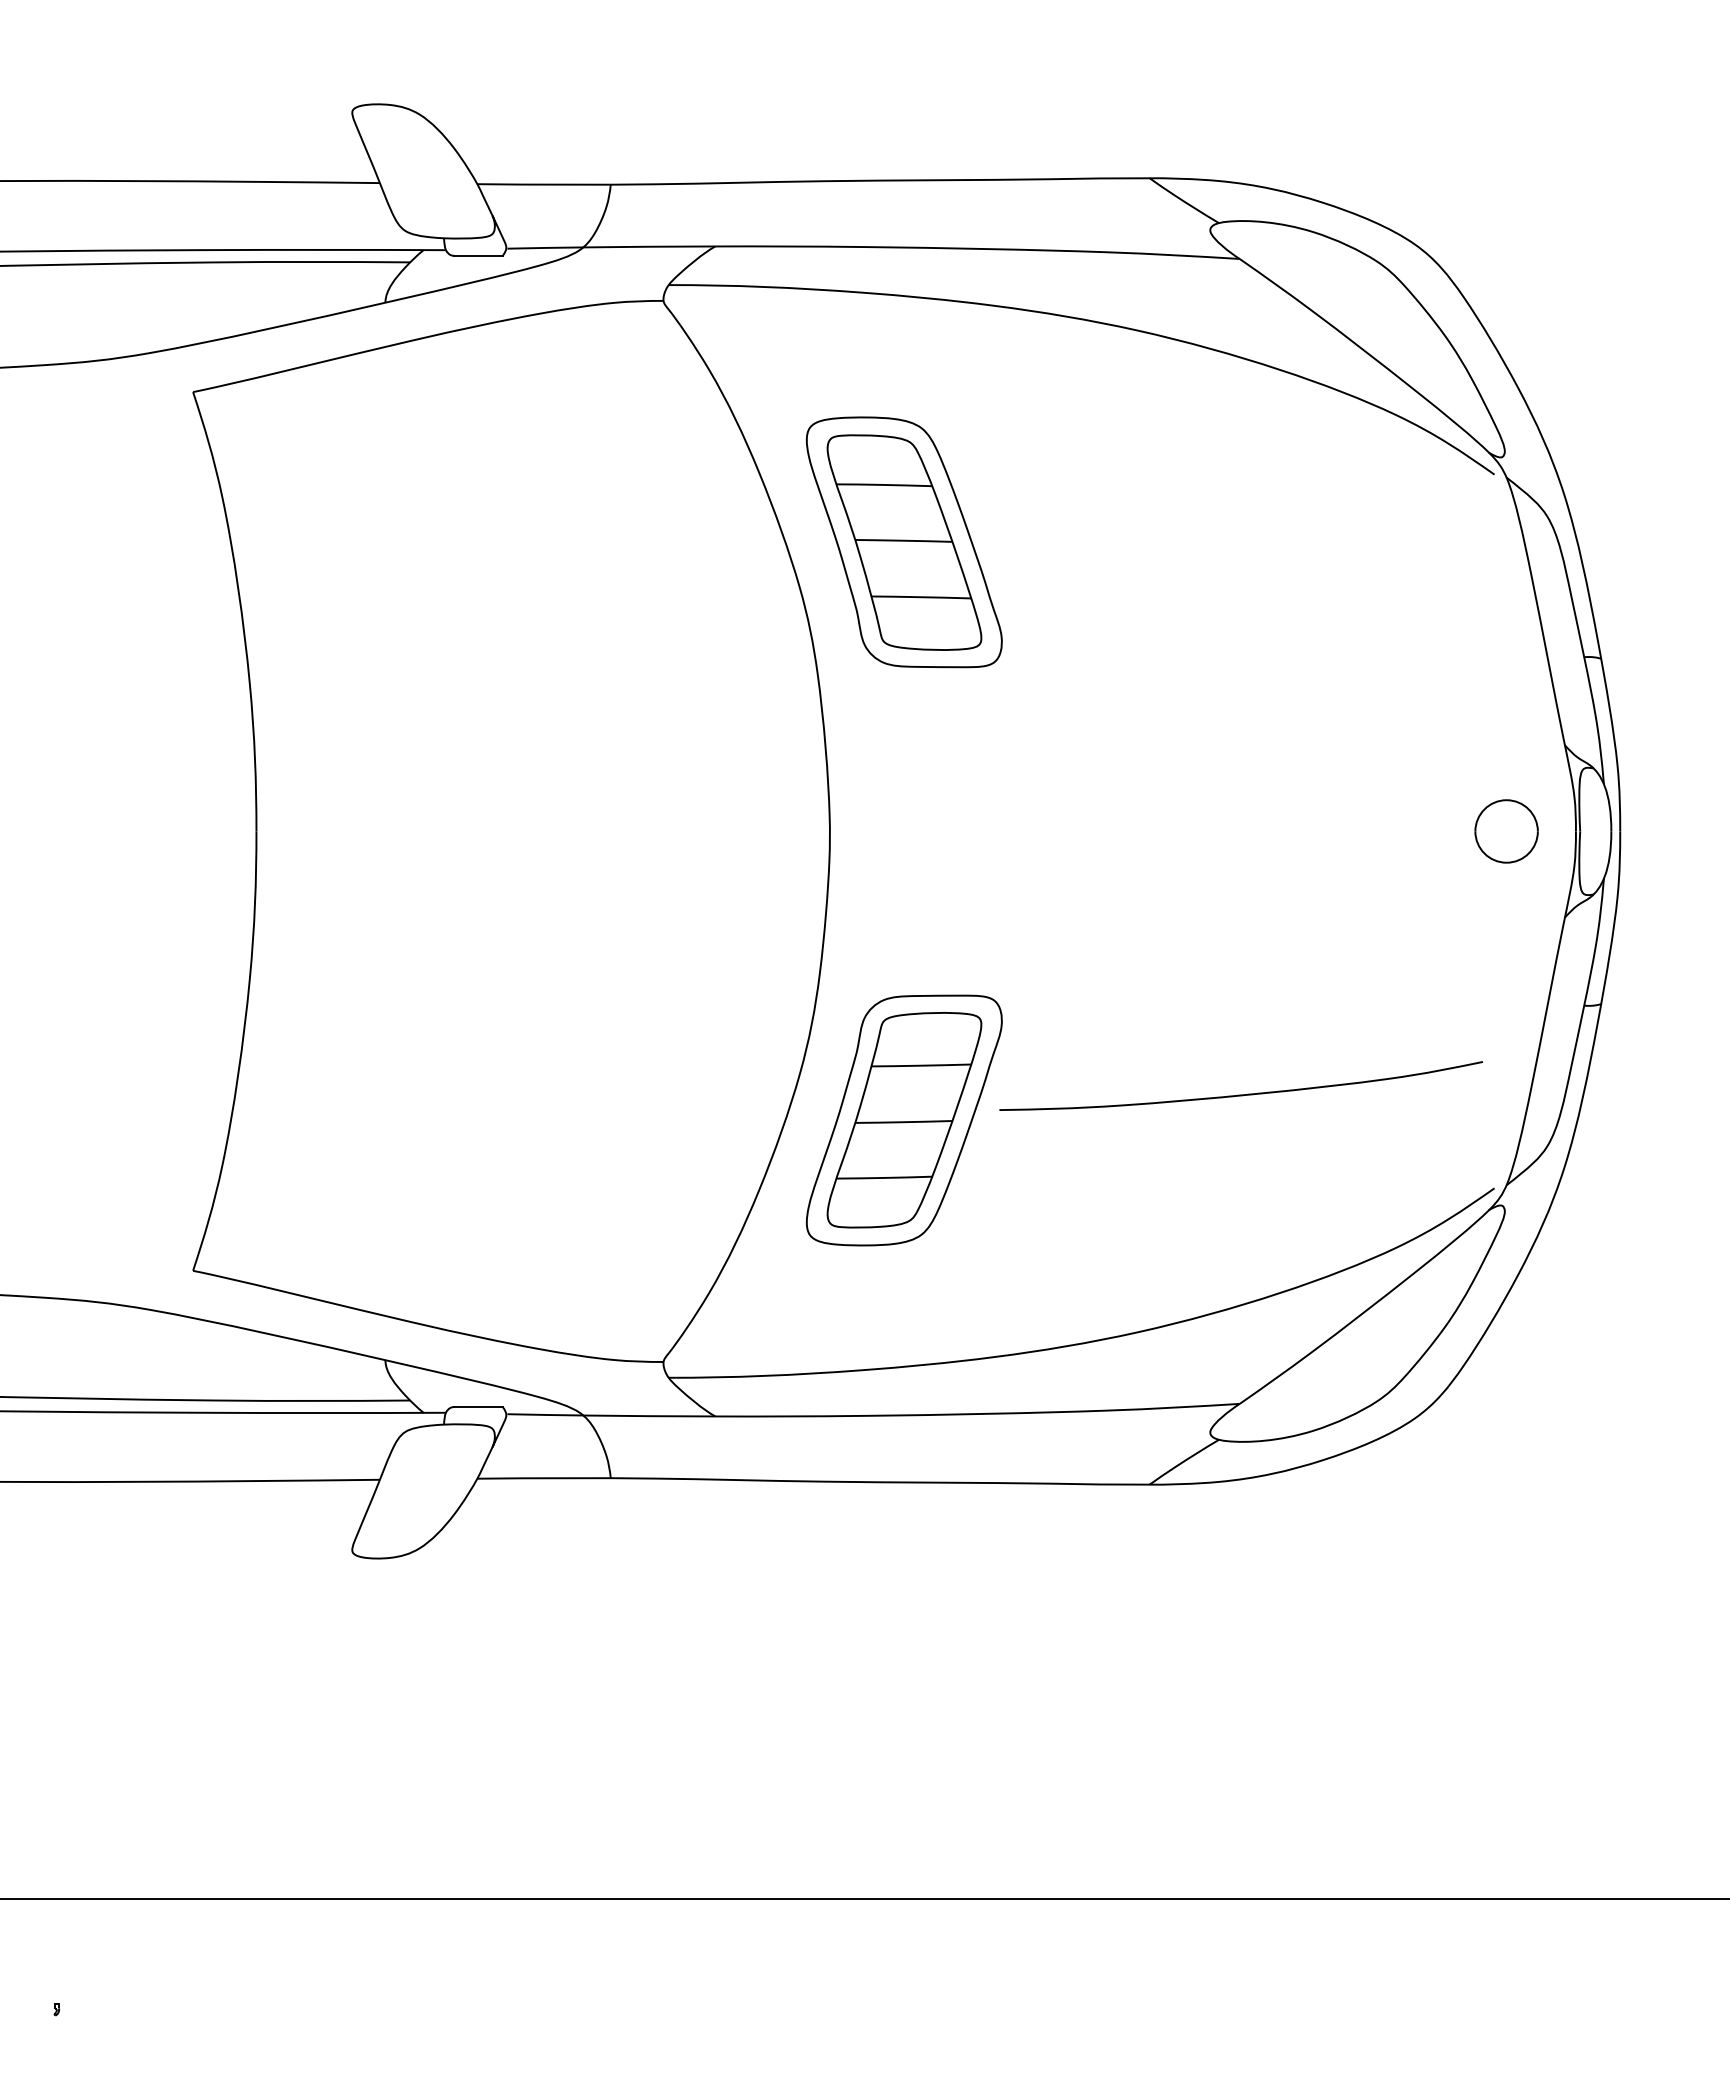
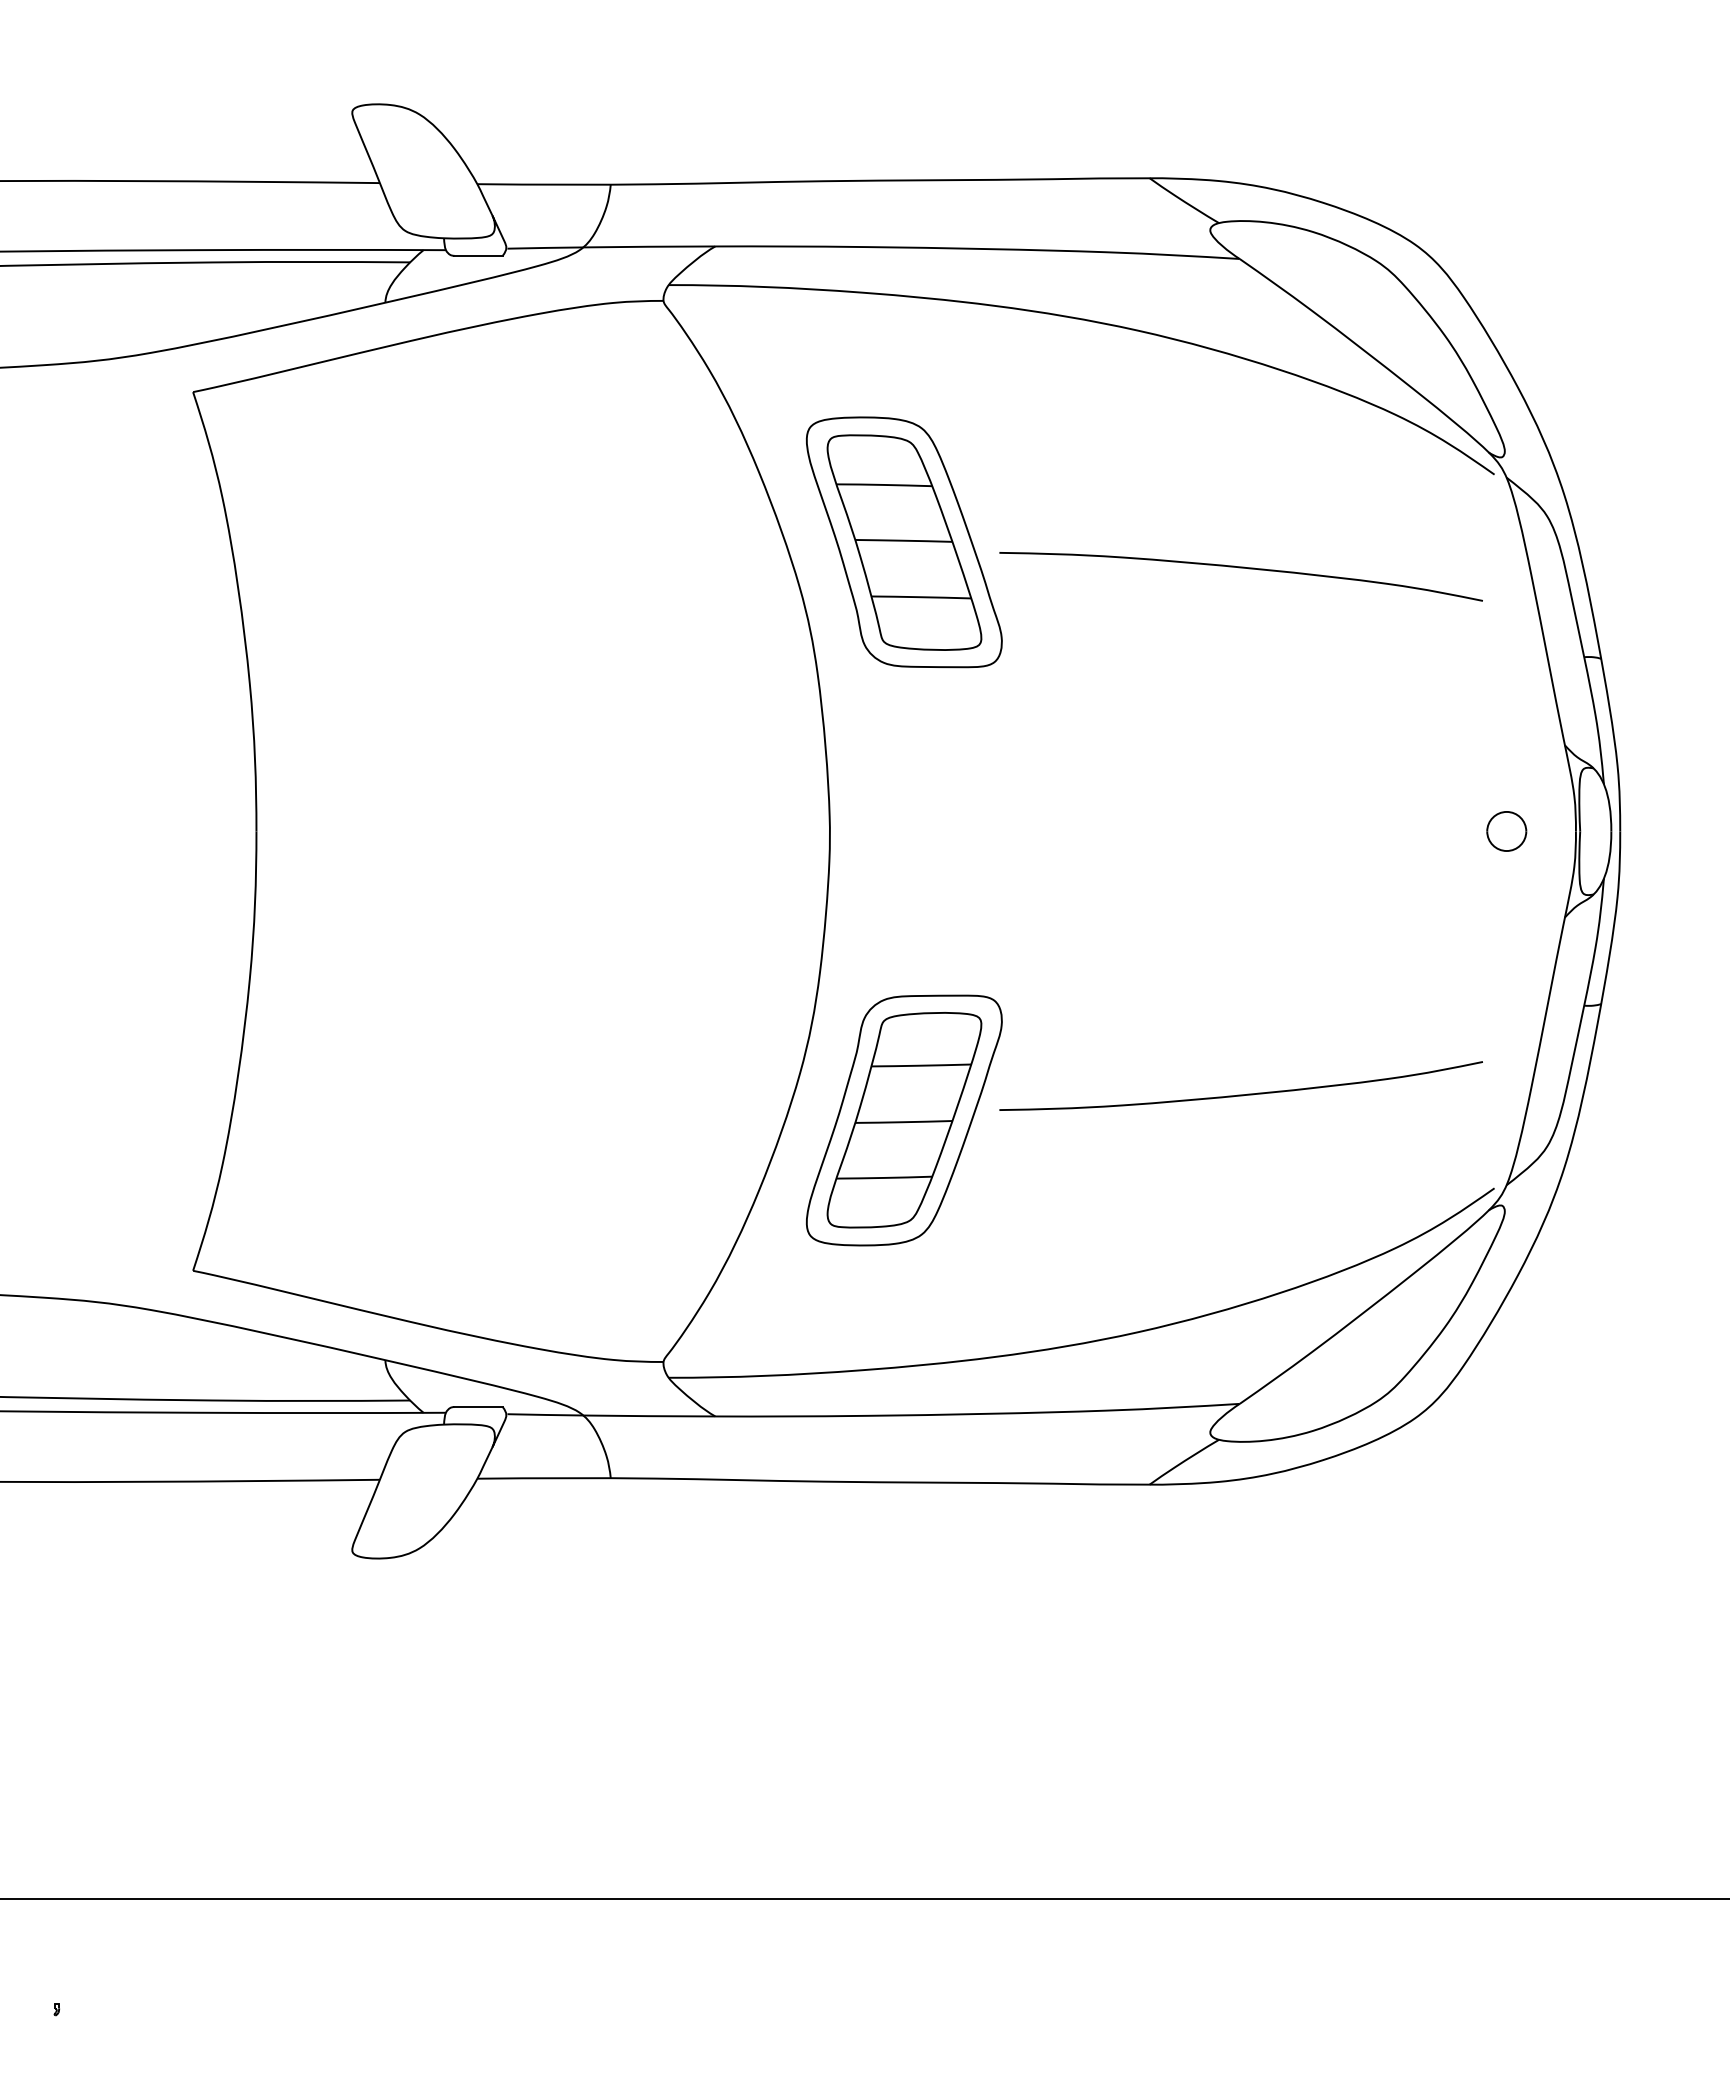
curve at (1240, 568): none -> present
part at (1506, 831) size: 65x65 px -> 42x41 px
